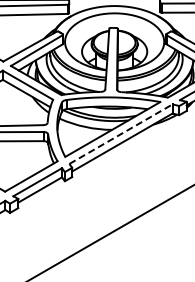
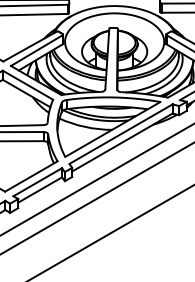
line at (121, 133): dashed -> solid
line at (96, 179): none -> present
line at (96, 198): none -> present
